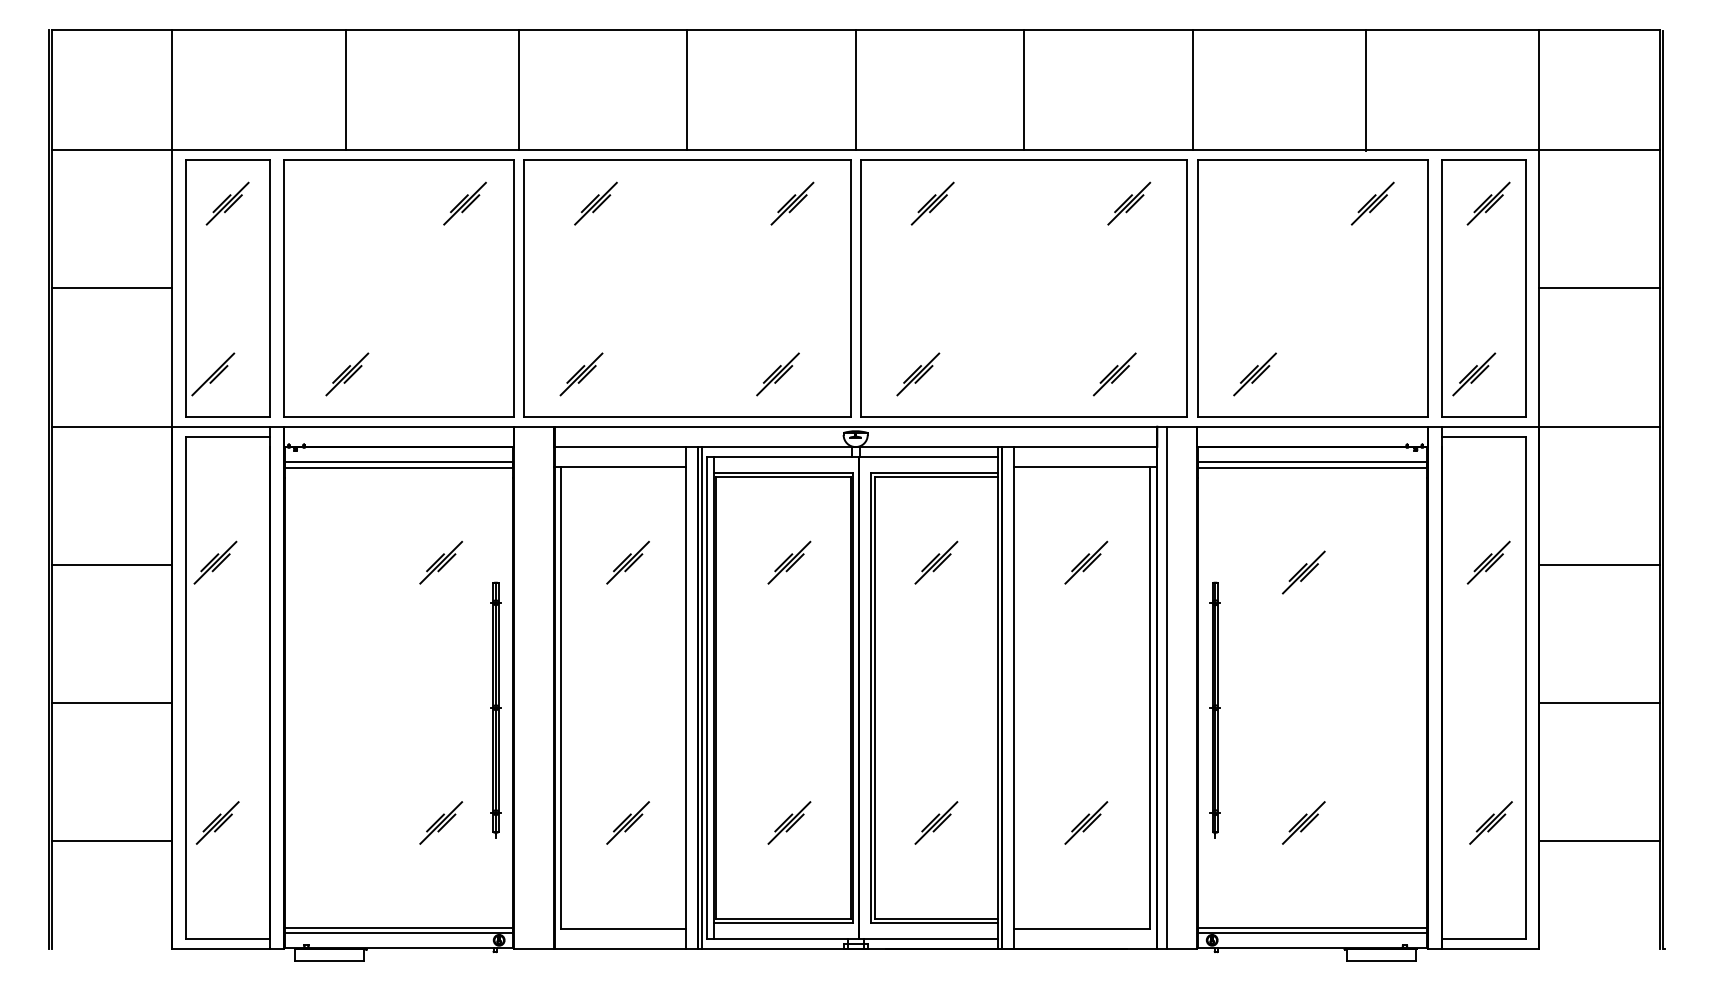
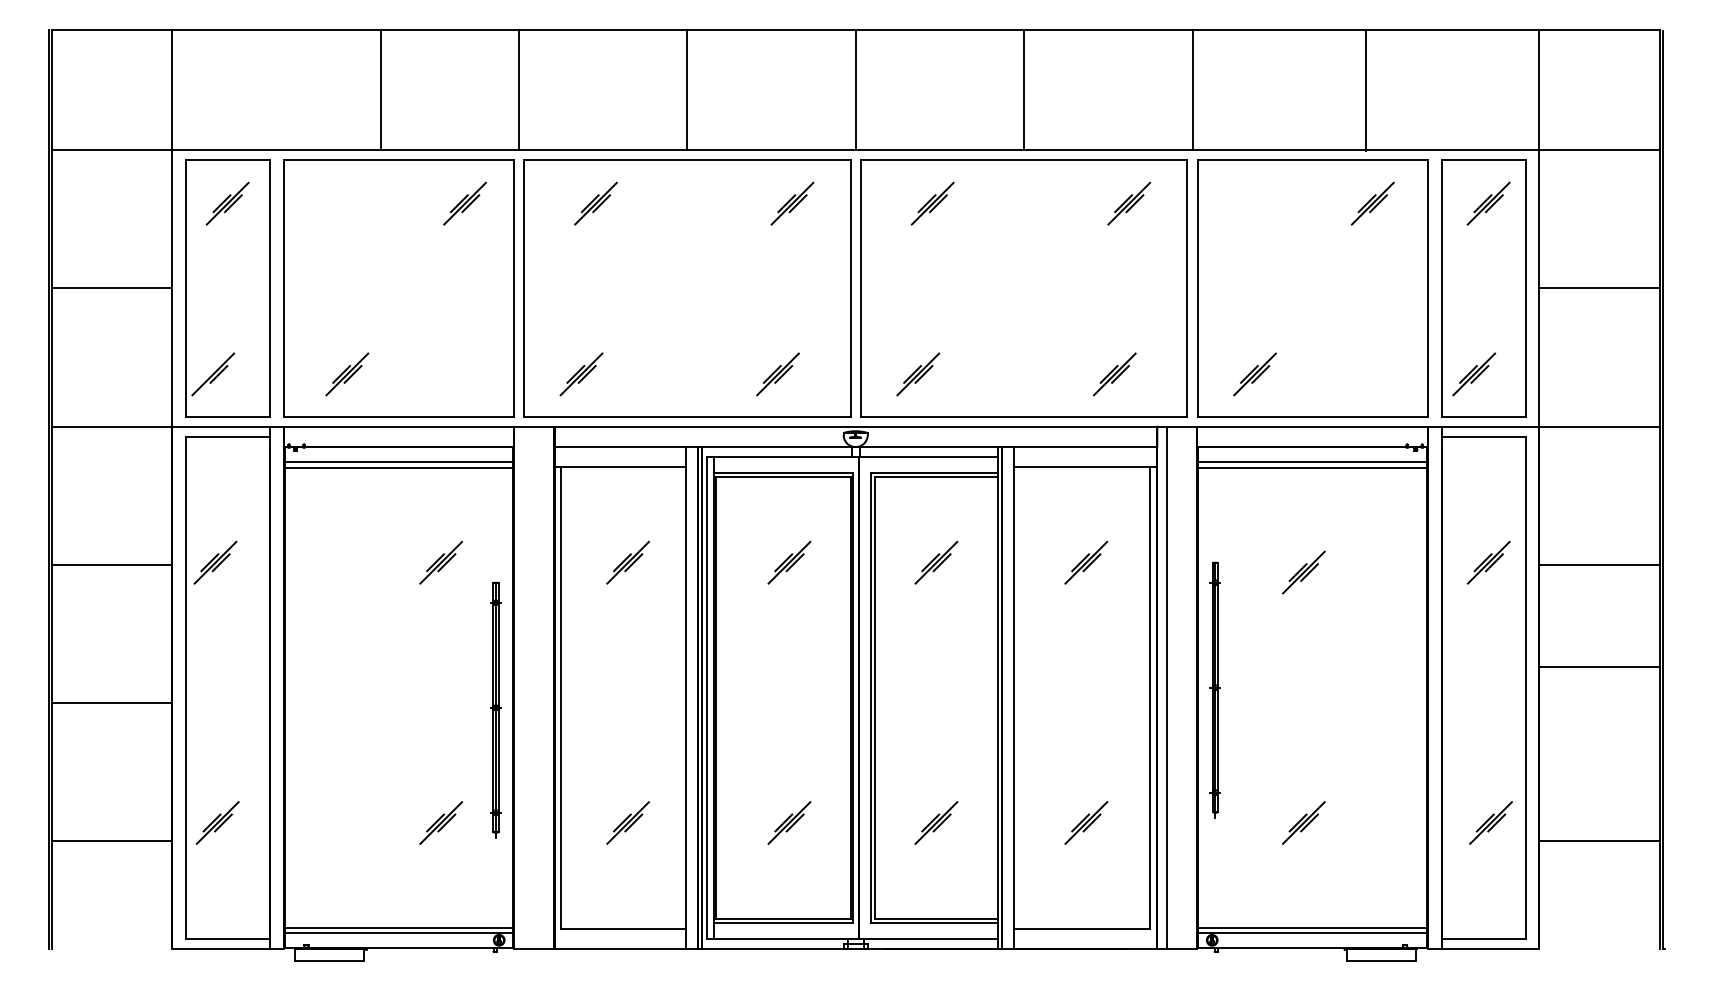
line at (345, 89) position: (345, 89) -> (380, 89)
line at (1599, 703) position: (1599, 703) -> (1599, 667)
part at (1214, 709) position: (1214, 709) -> (1214, 689)
